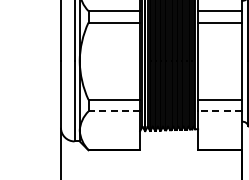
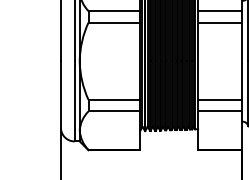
line at (114, 111): dashed -> solid
line at (219, 111): dashed -> solid
